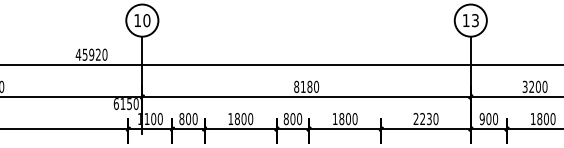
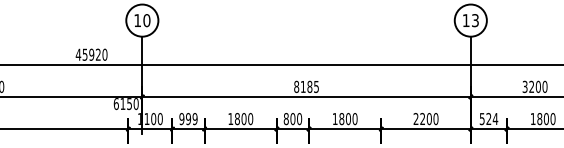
text at (316, 86): 8180 -> 8185
text at (188, 119): 800 -> 999
text at (428, 119): 2230 -> 2200
text at (488, 119): 900 -> 524
